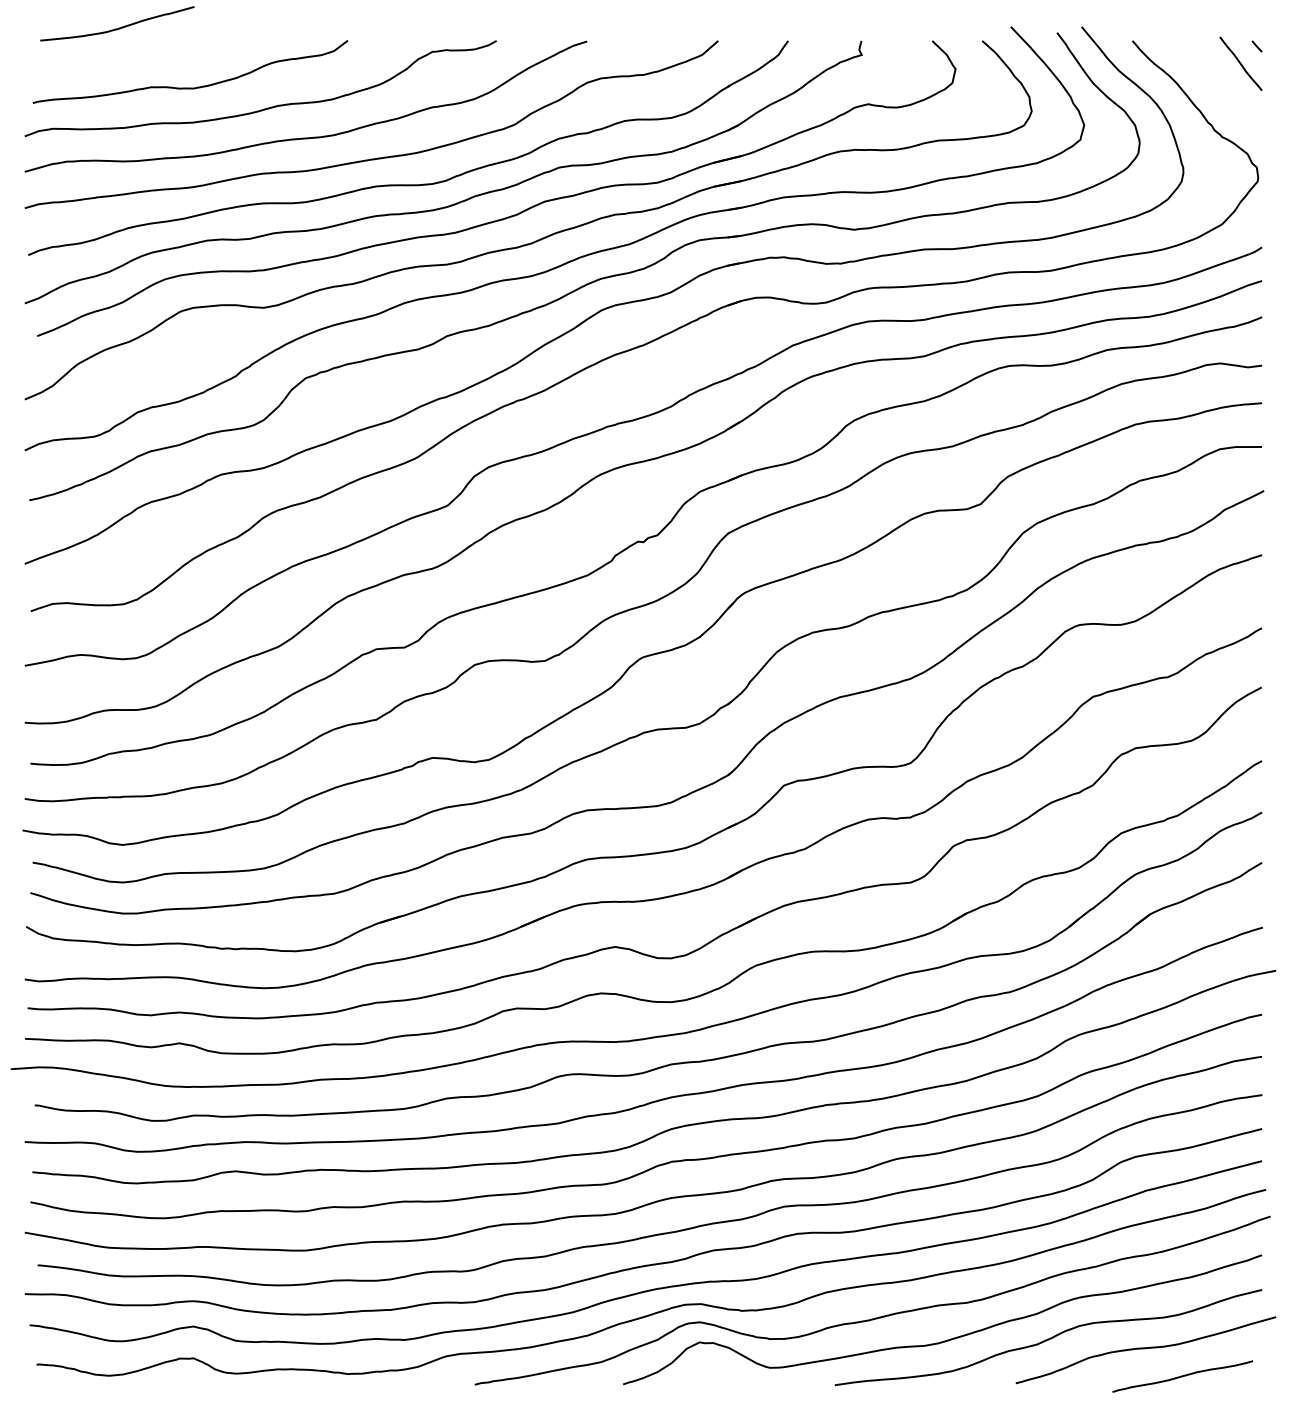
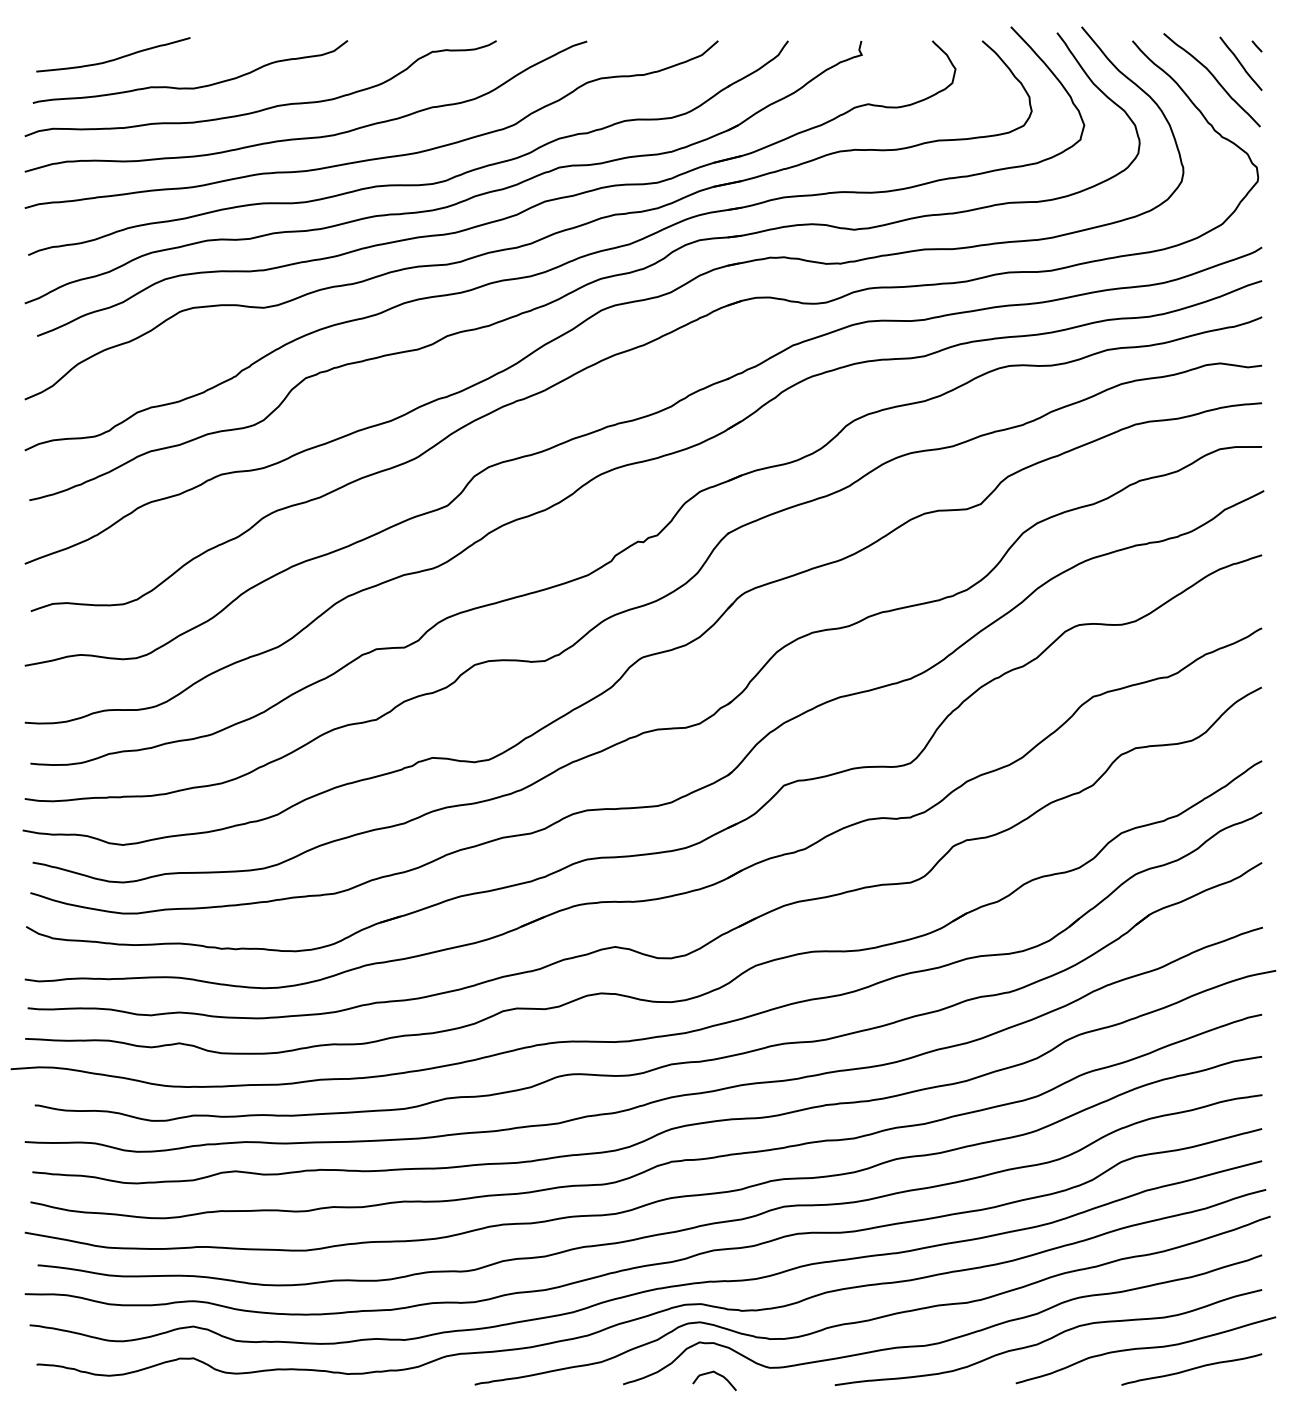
curve at (118, 27) position: (118, 27) -> (114, 58)
curve at (1214, 79): none -> present
curve at (716, 1374): none -> present
curve at (1182, 1376) position: (1182, 1376) -> (1191, 1369)
